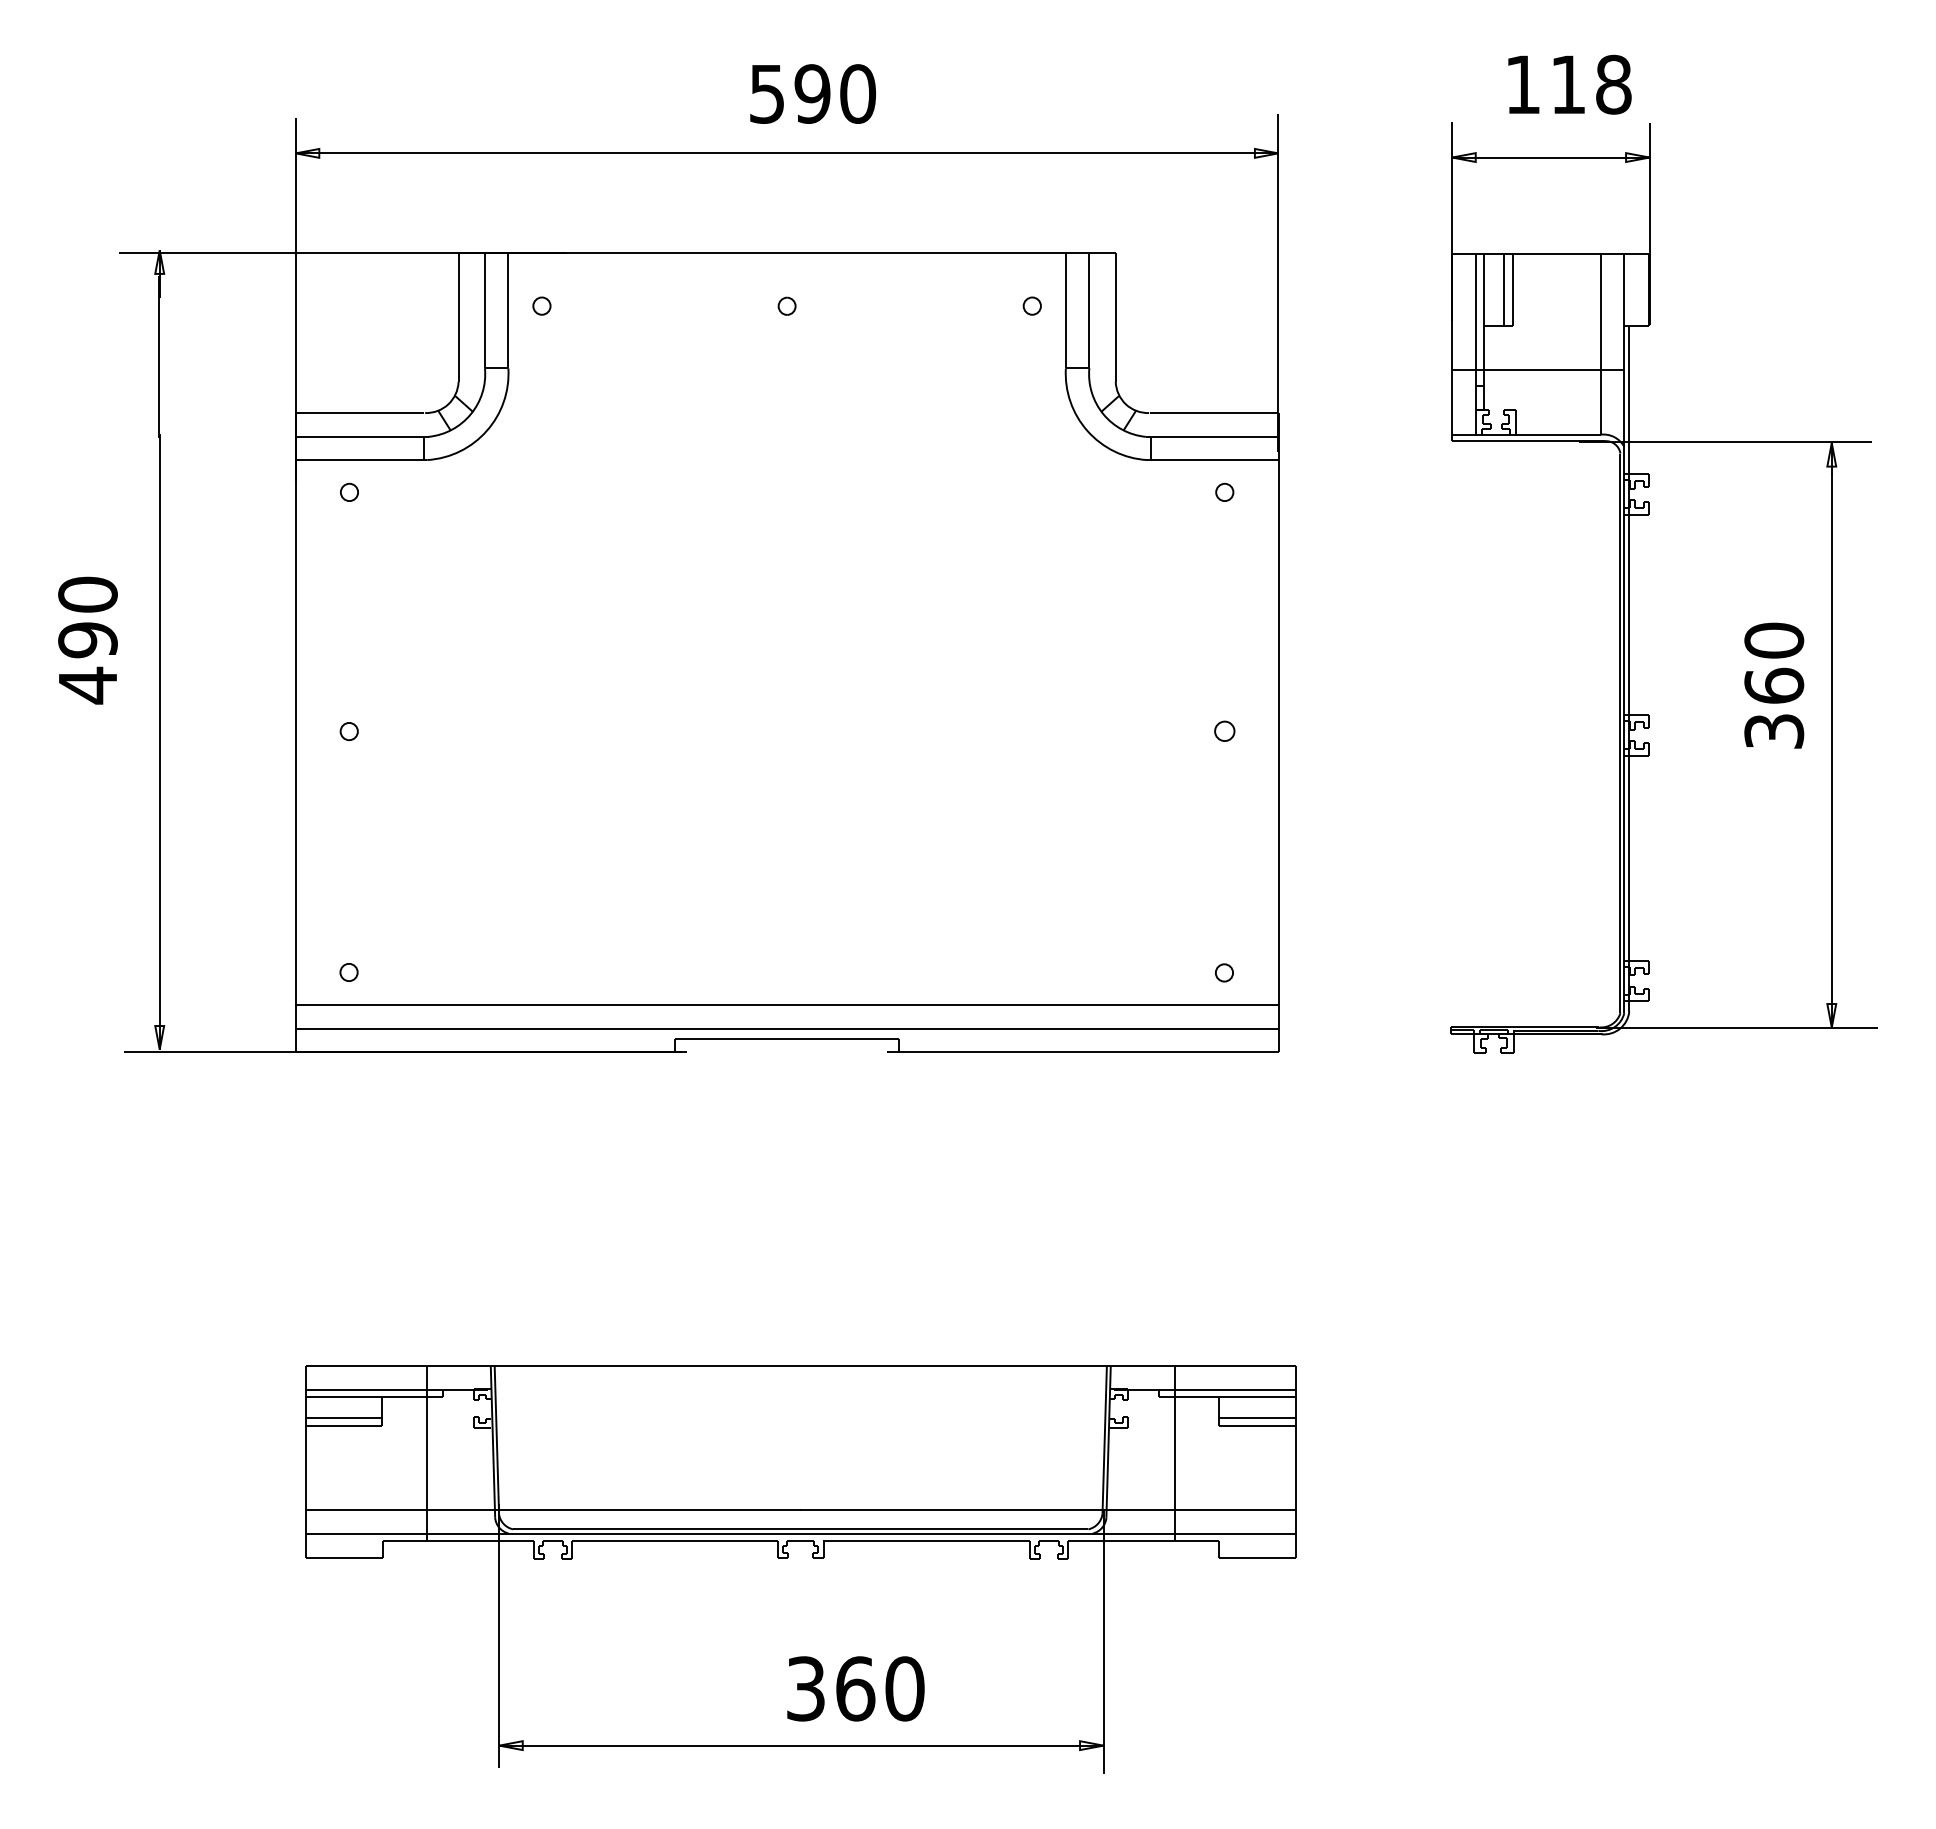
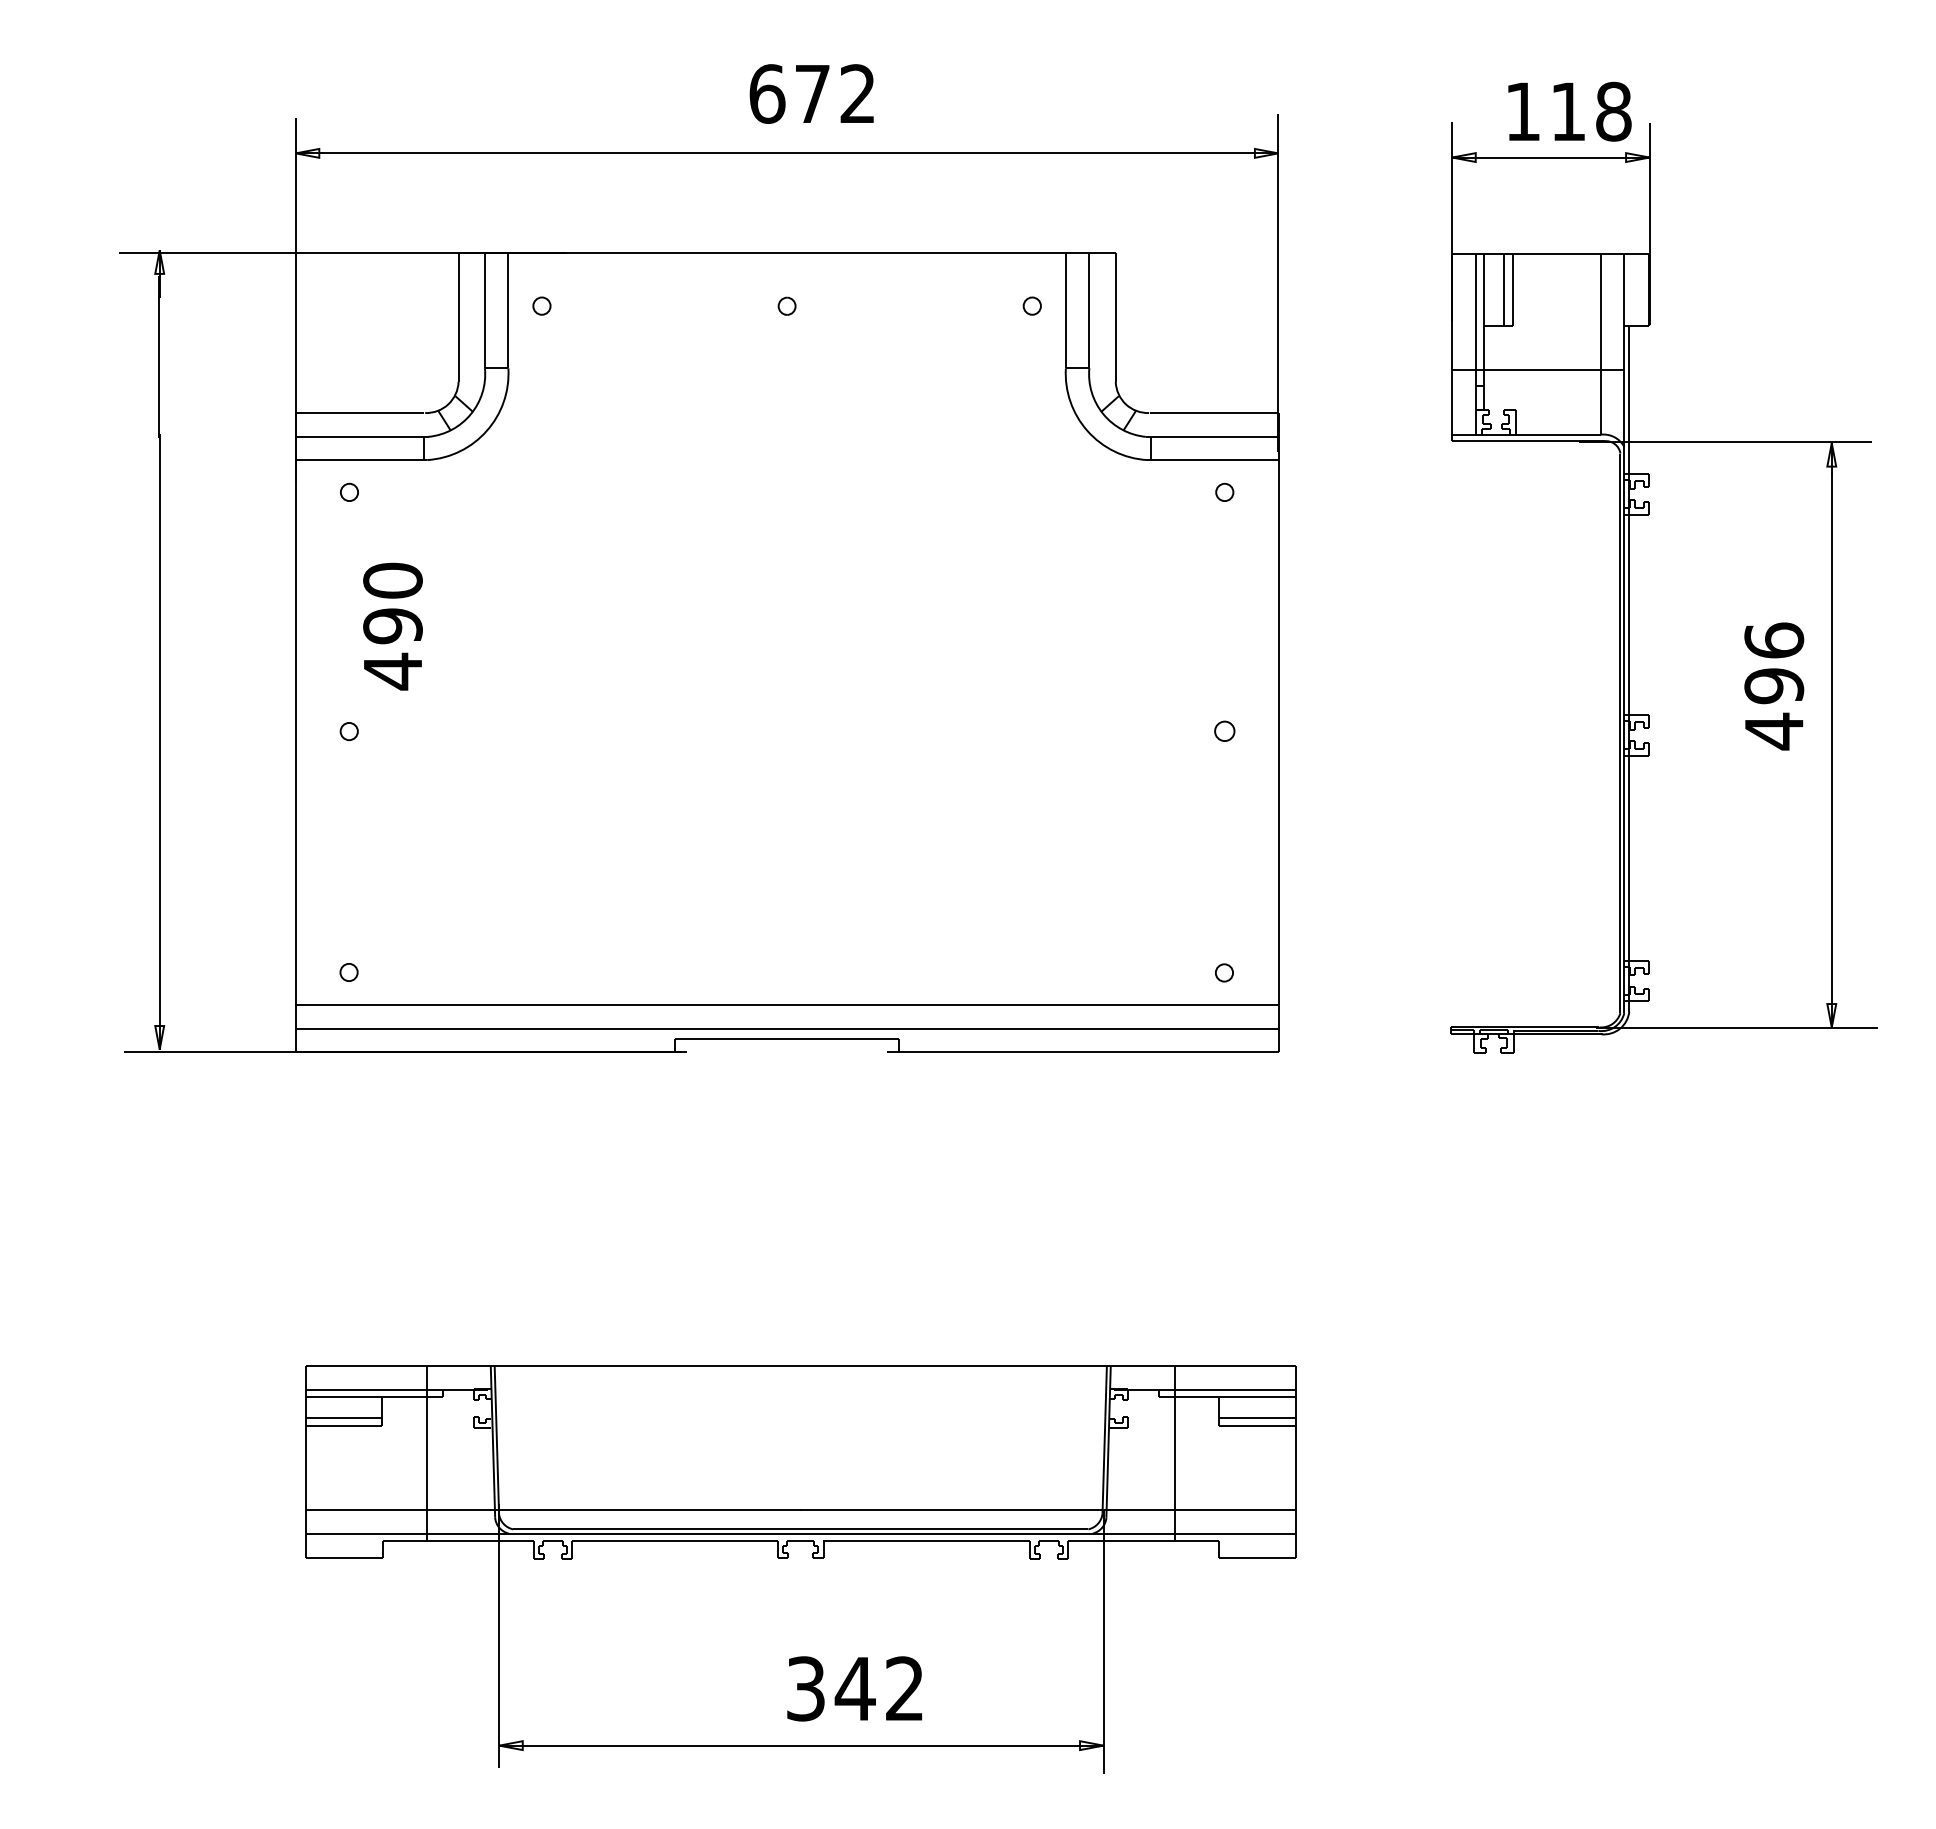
text at (1569, 84) position: (1569, 84) -> (1569, 111)
text at (812, 93): 590 -> 672
text at (87, 640) position: (87, 640) -> (392, 626)
text at (1774, 686): 360 -> 496
text at (879, 1688): 360 -> 342
